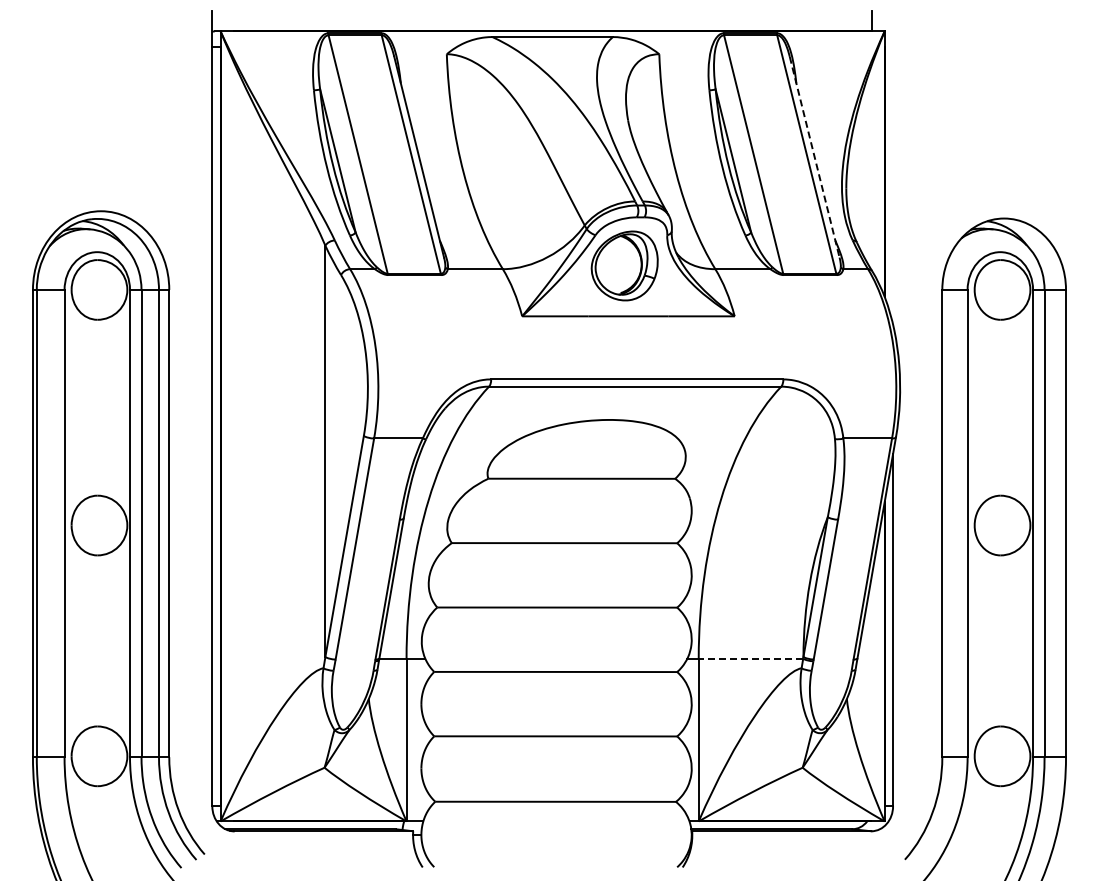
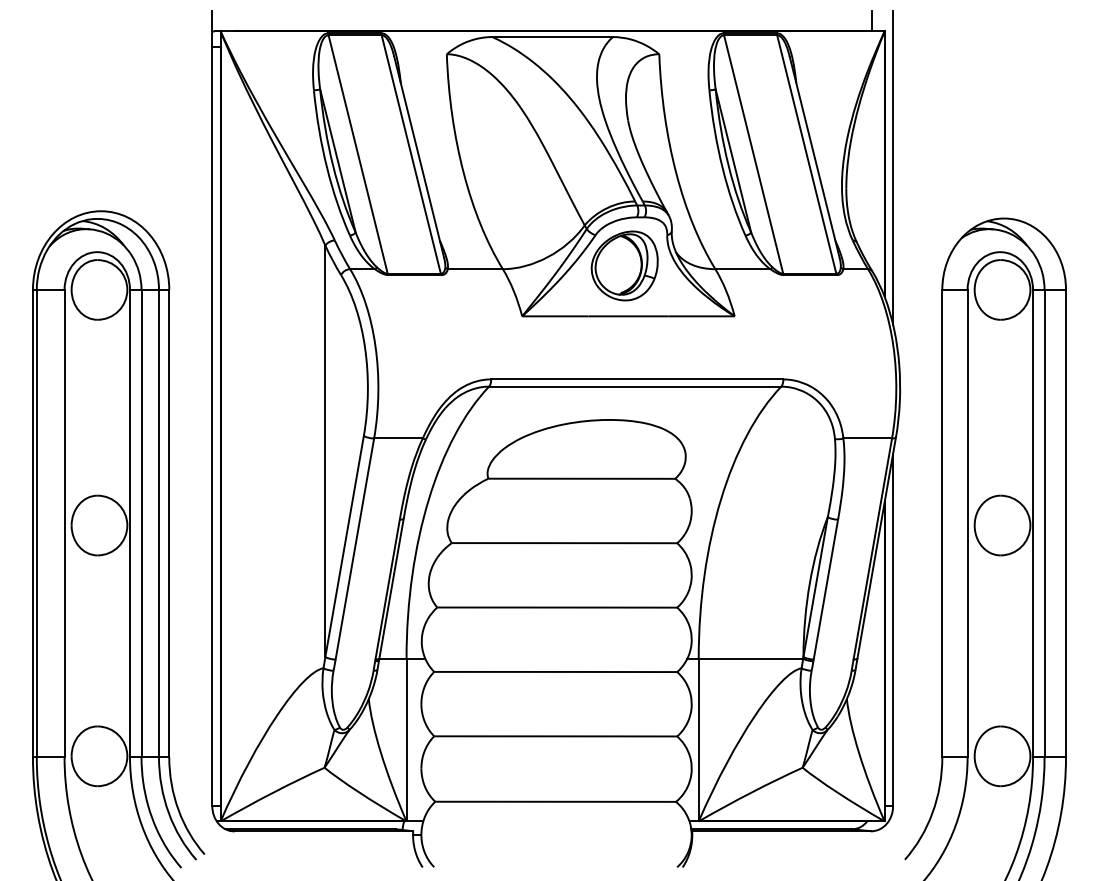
line at (814, 157): dashed -> solid
line at (893, 167): none -> present
line at (750, 658): dashed -> solid
